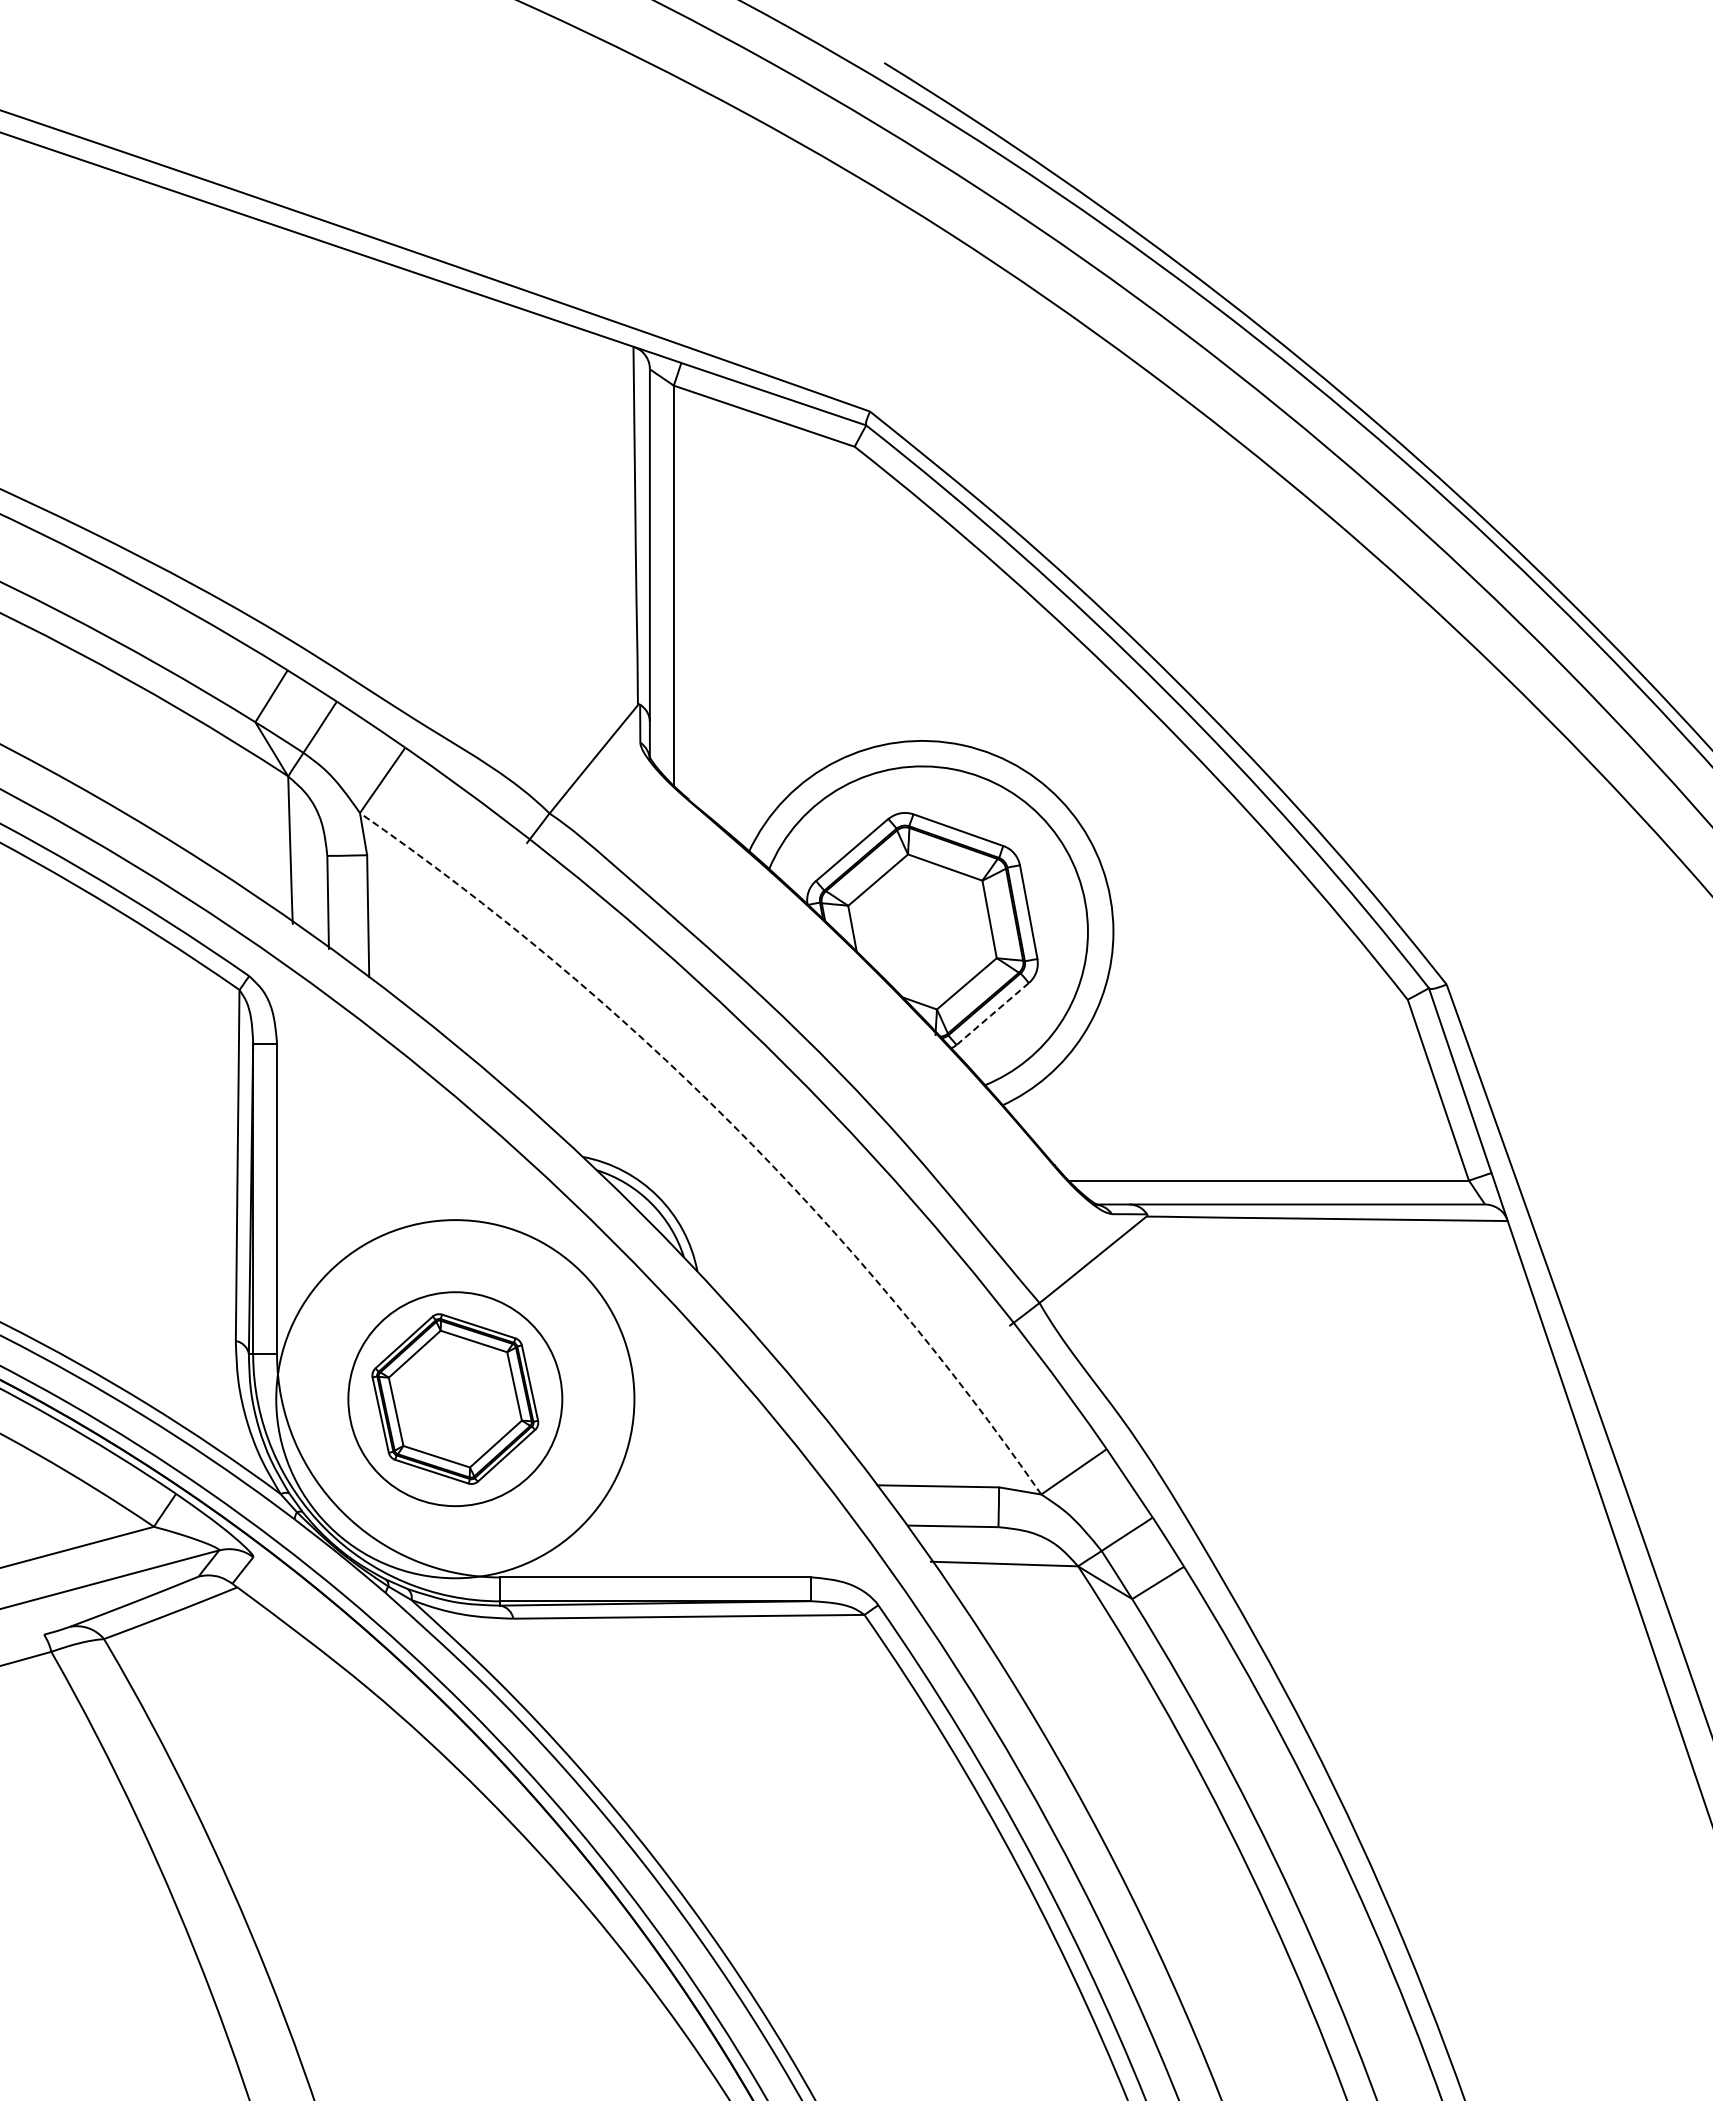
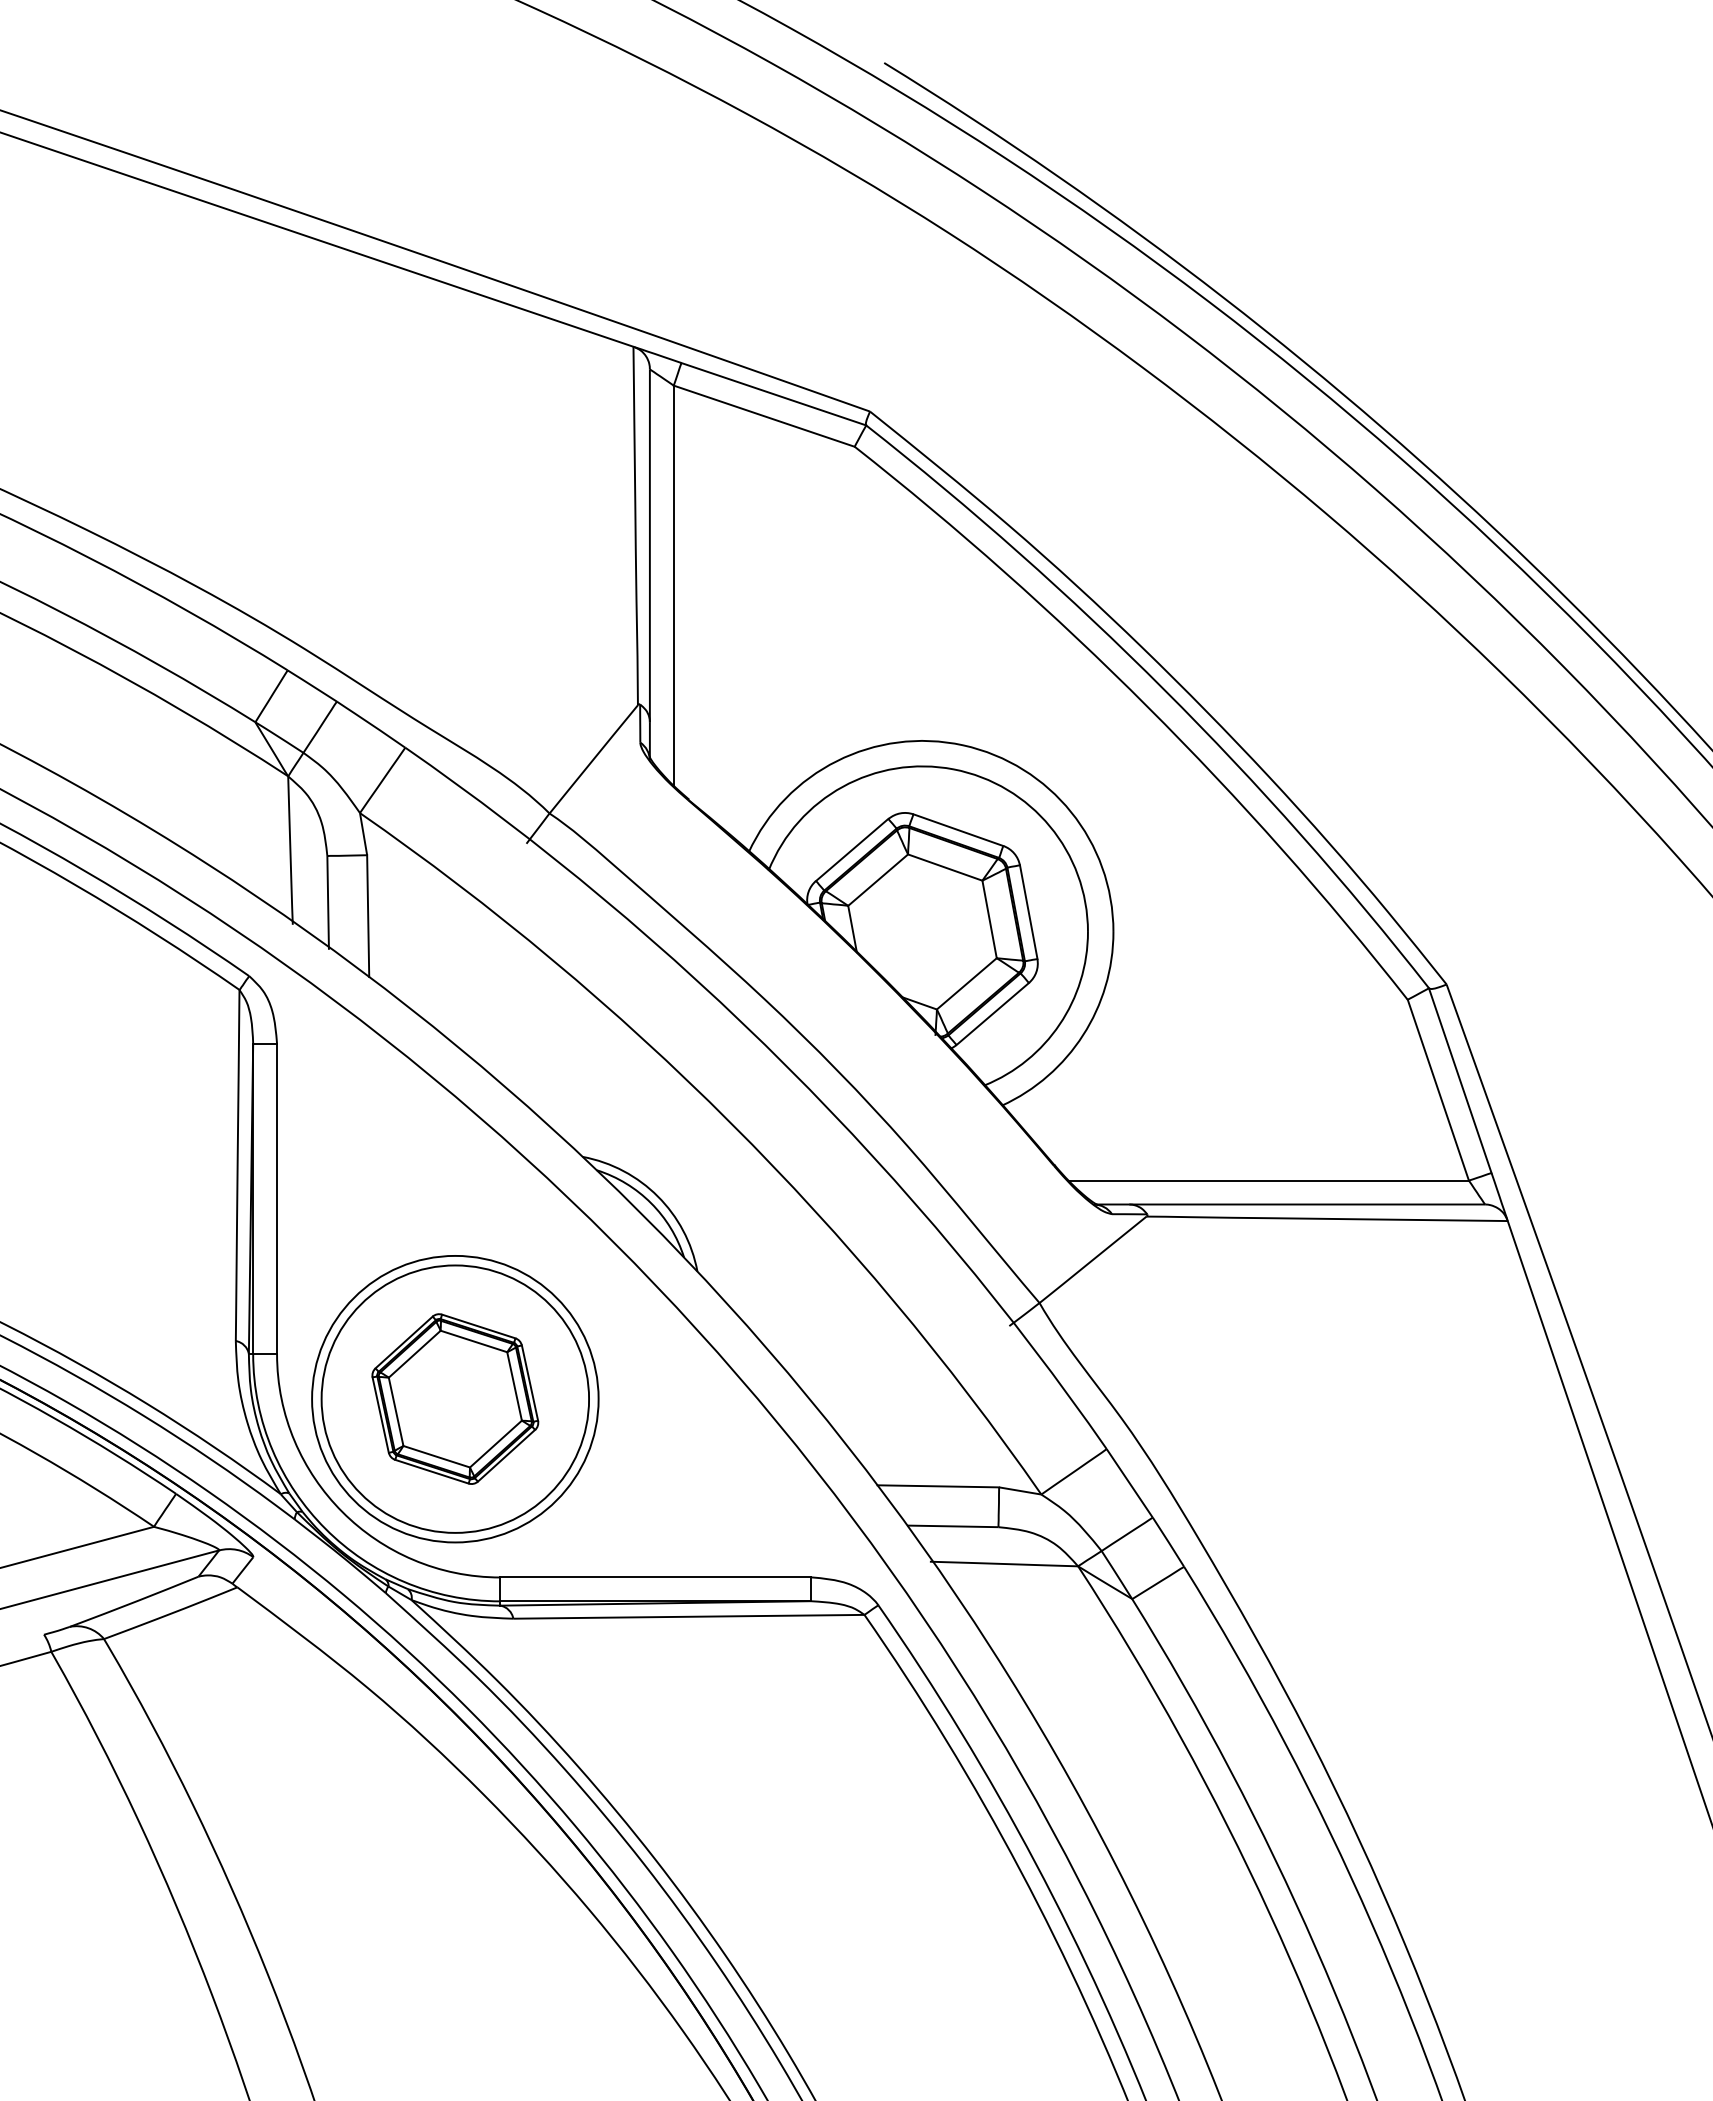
line at (992, 1014): dashed -> solid
arc at (731, 1123): dashed -> solid
circle at (455, 1399) diameter: 214 px -> 267 px
circle at (455, 1399) diameter: 358 px -> 287 px
